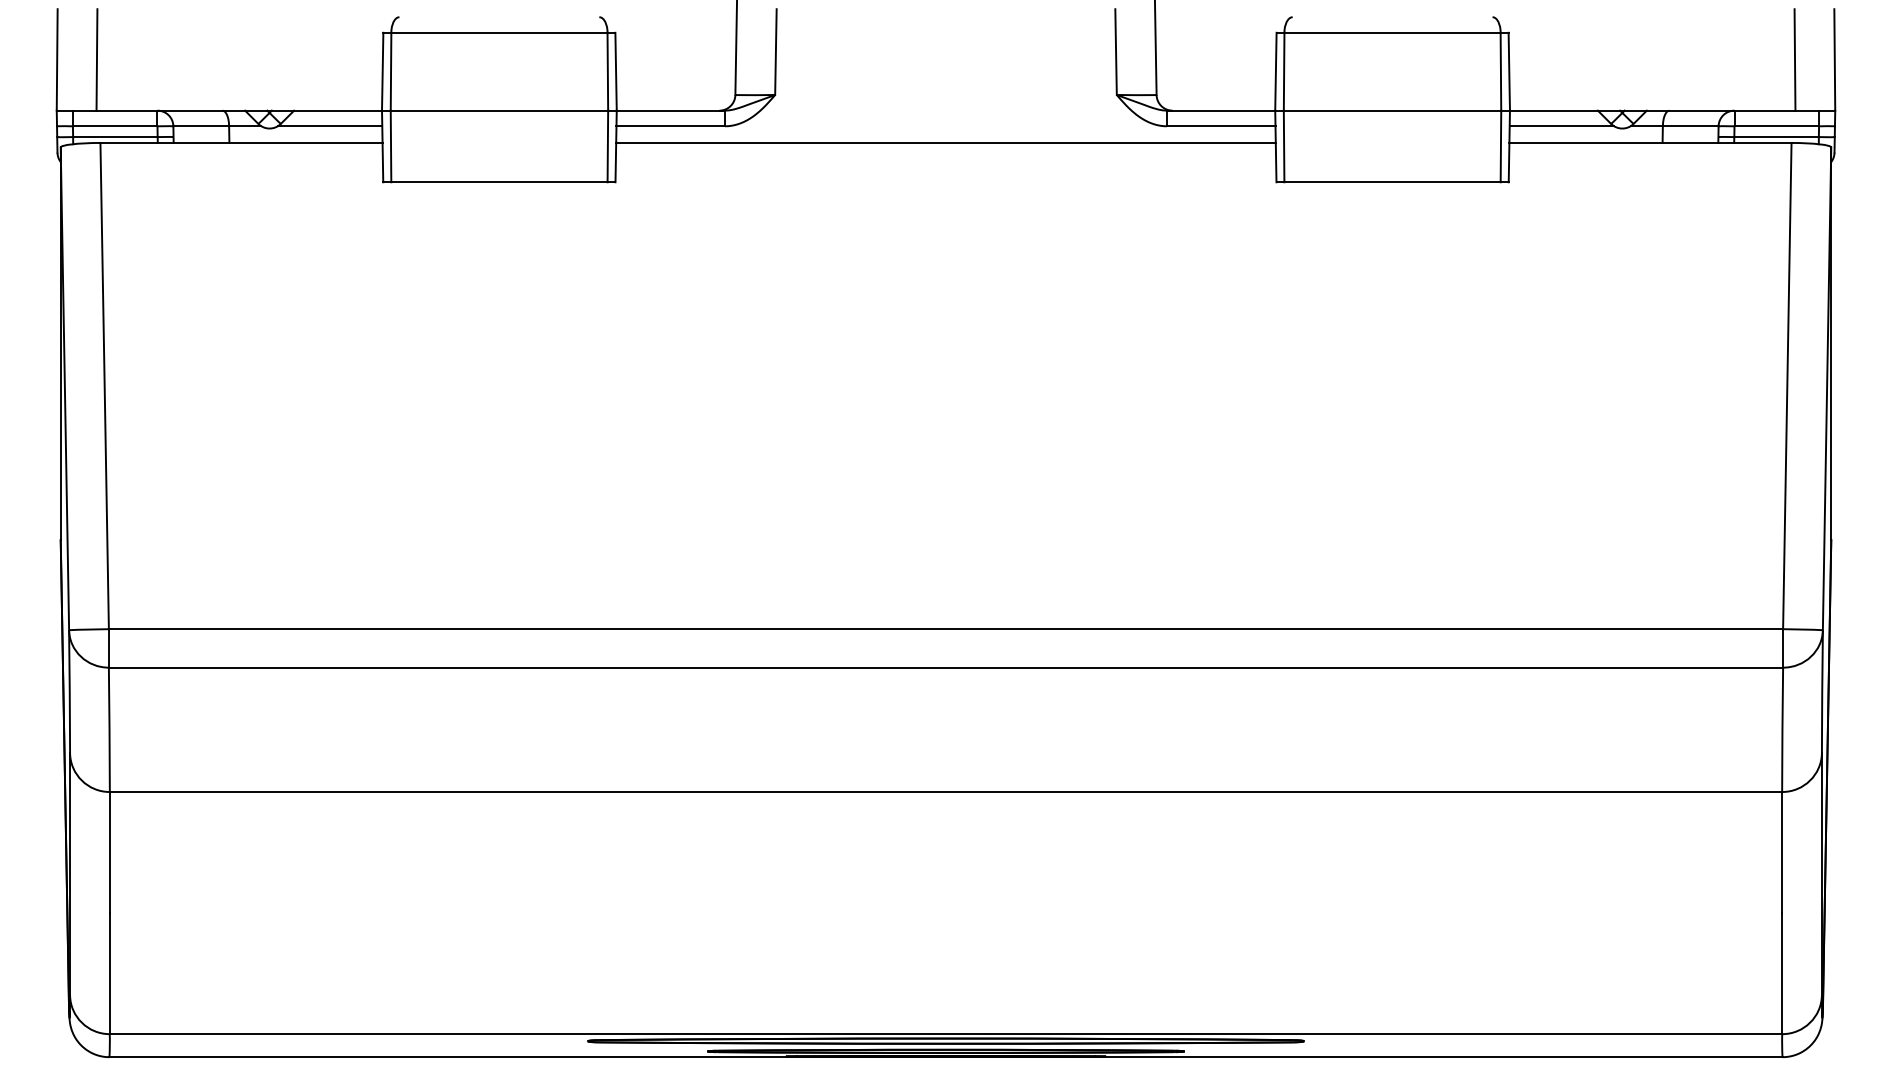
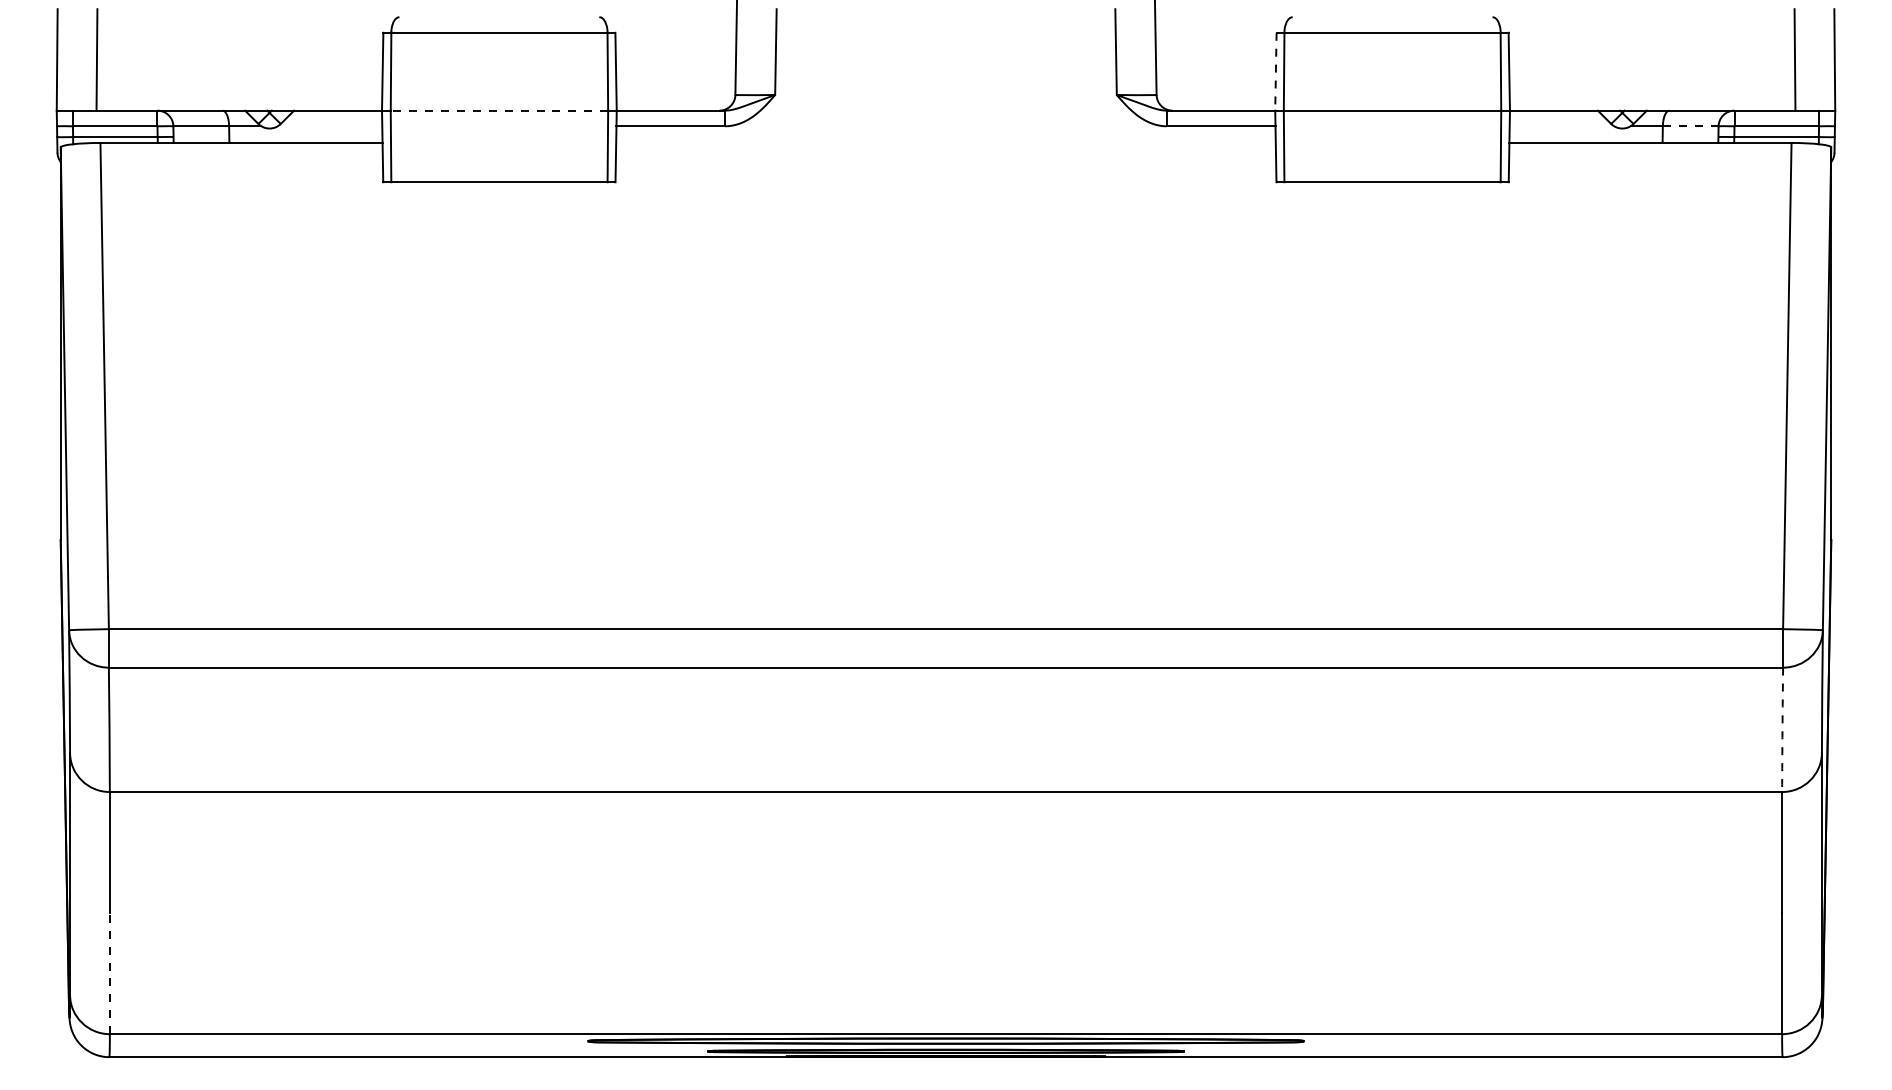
line at (1275, 71): solid -> dashed
line at (499, 110): solid -> dashed
line at (329, 126): present -> none
line at (1561, 126): present -> none
line at (1690, 126): solid -> dashed
line at (945, 142): present -> none
arc at (1782, 729): solid -> dashed
line at (109, 973): solid -> dashed
